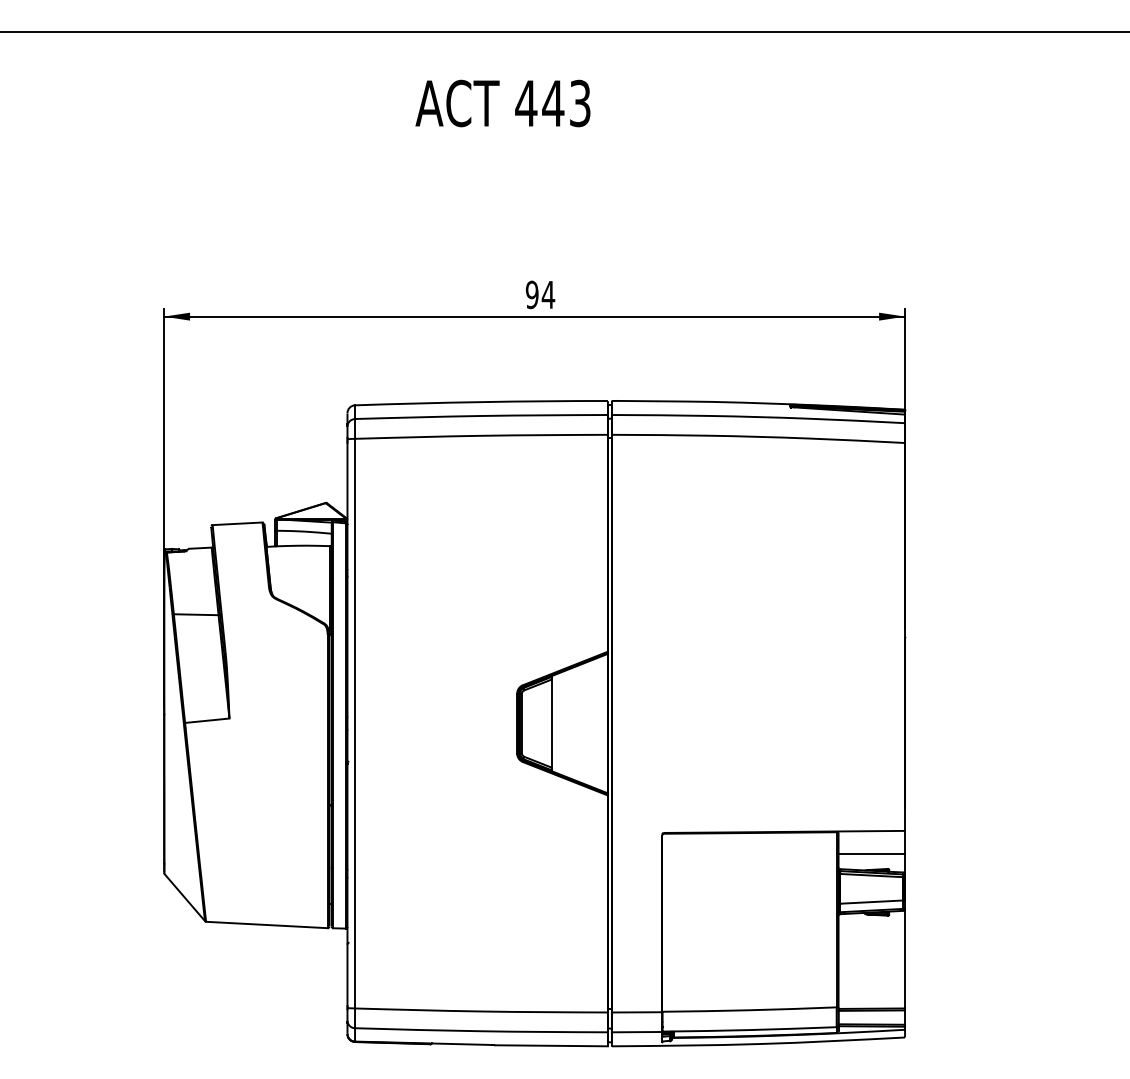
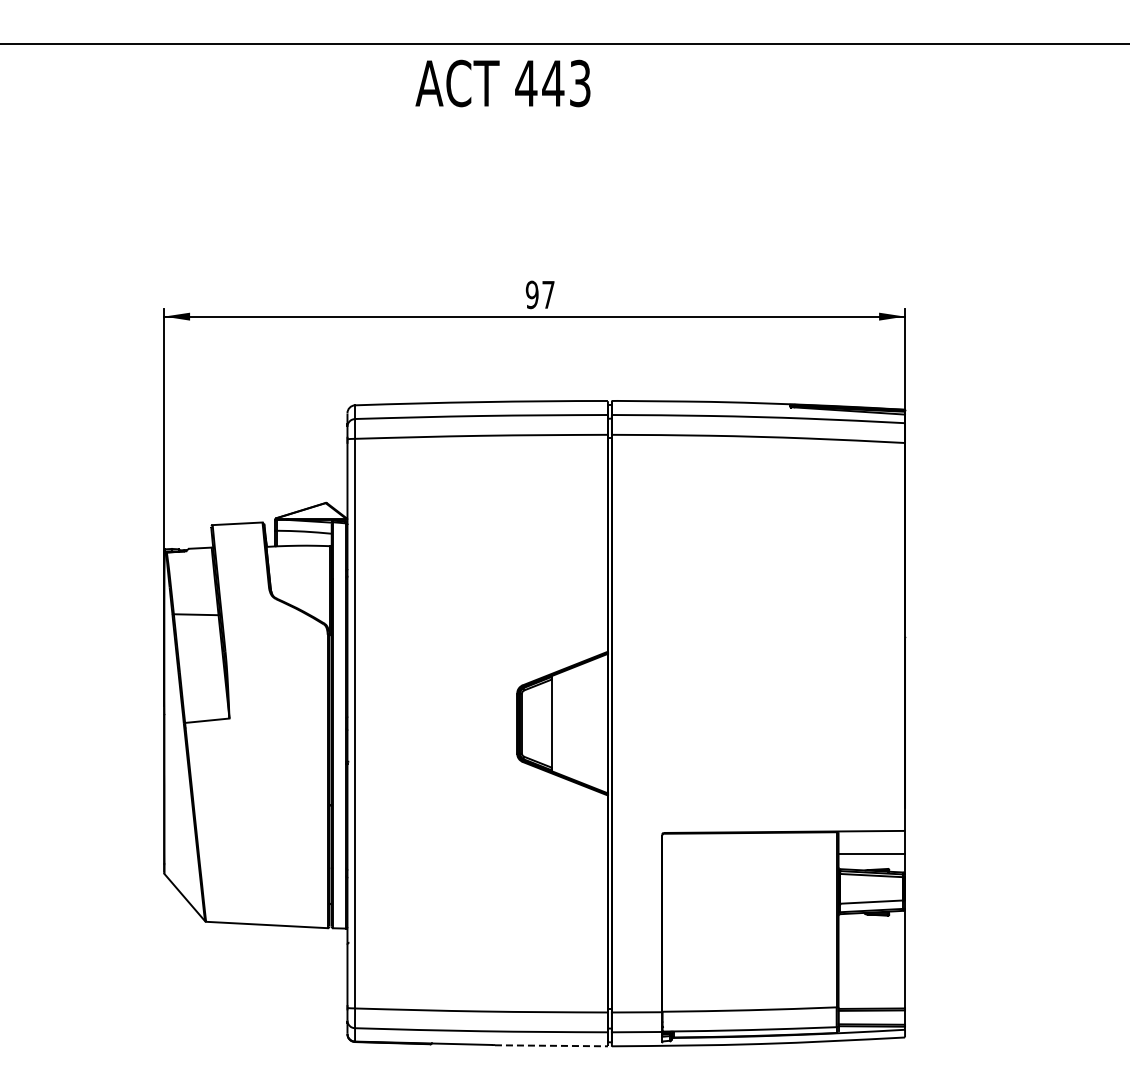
line at (564, 32) position: (564, 32) -> (564, 44)
text at (502, 103) position: (502, 103) -> (502, 83)
text at (548, 294): 94 -> 97
line at (551, 1045): solid -> dashed
